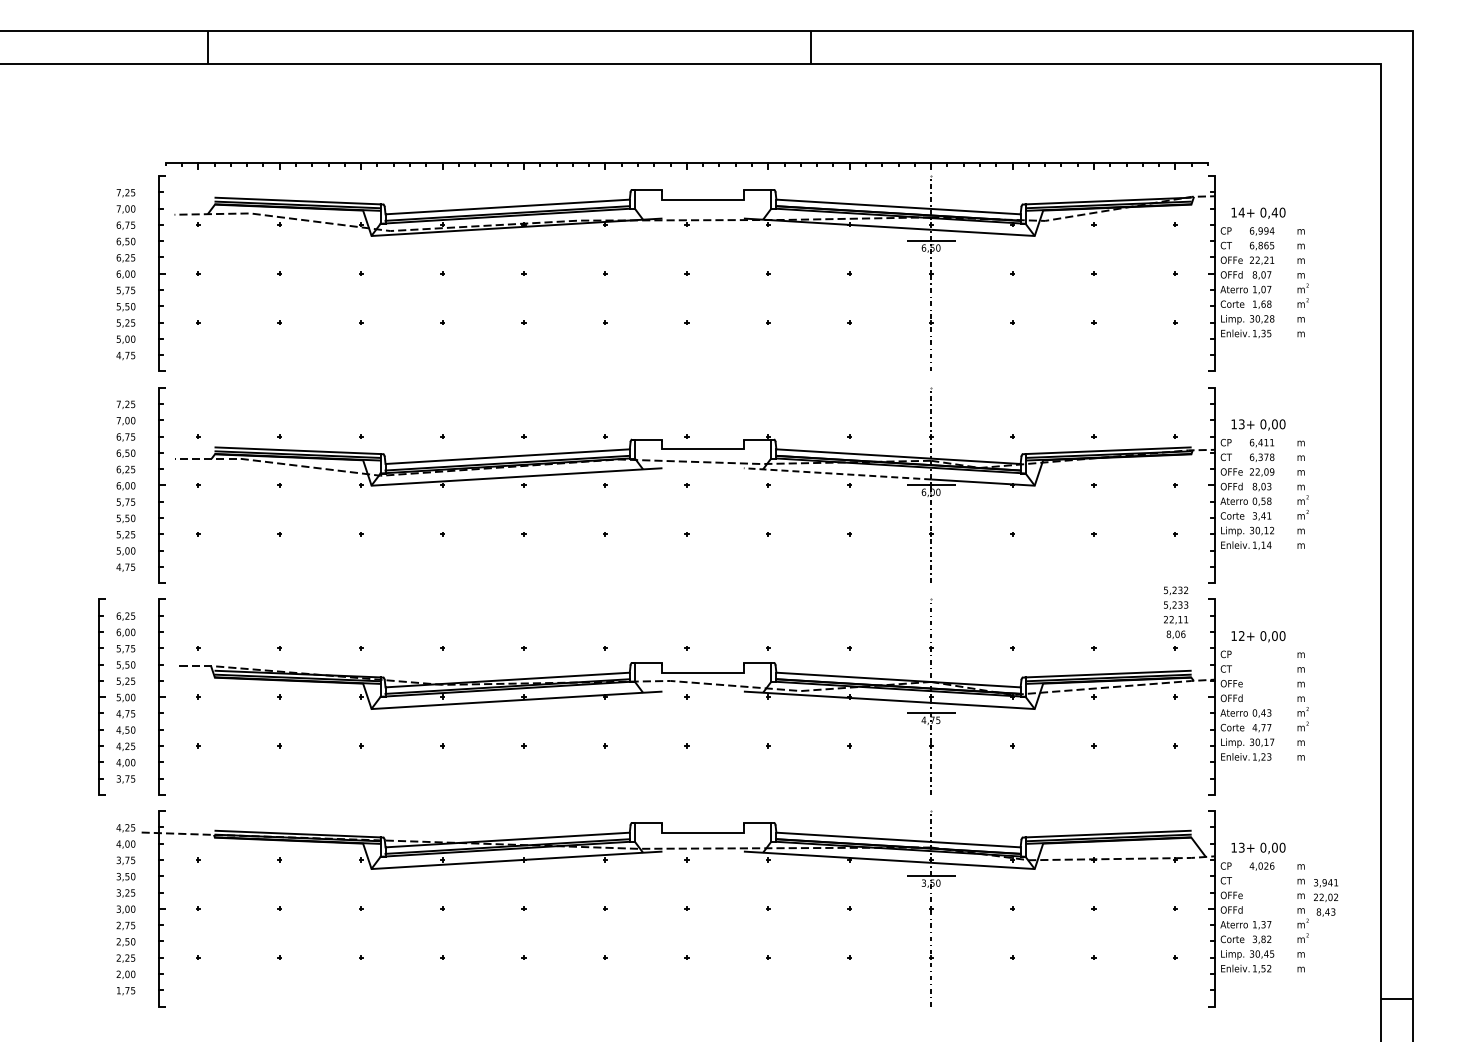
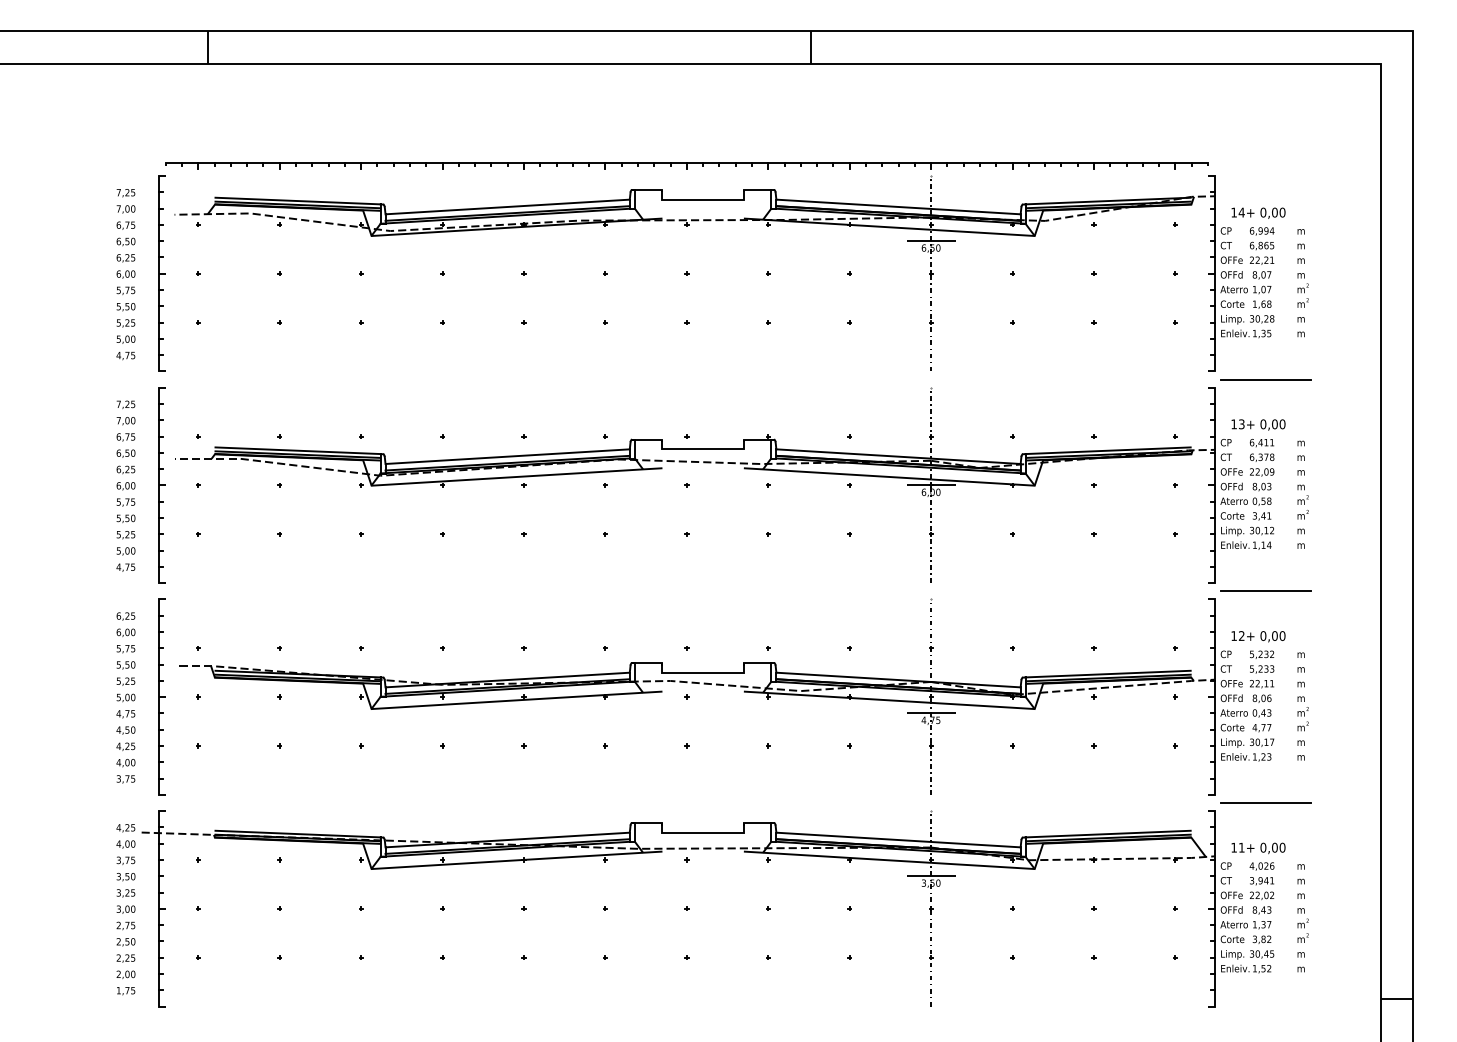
text at (1274, 212): 0,40 -> 0,00
line at (1265, 379): none -> present
line at (836, 473): dashed -> solid
line at (1265, 591): none -> present
text at (1176, 612) position: (1176, 612) -> (1262, 676)
part at (101, 696): present -> none
line at (1265, 802): none -> present
text at (1241, 847): 13+ -> 11+
text at (1326, 897) position: (1326, 897) -> (1262, 895)
